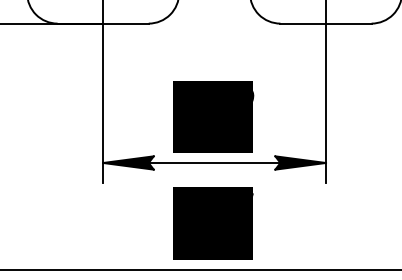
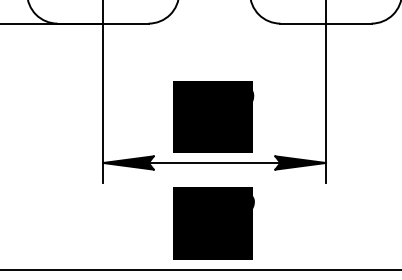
text at (253, 200): 64 -> 63
